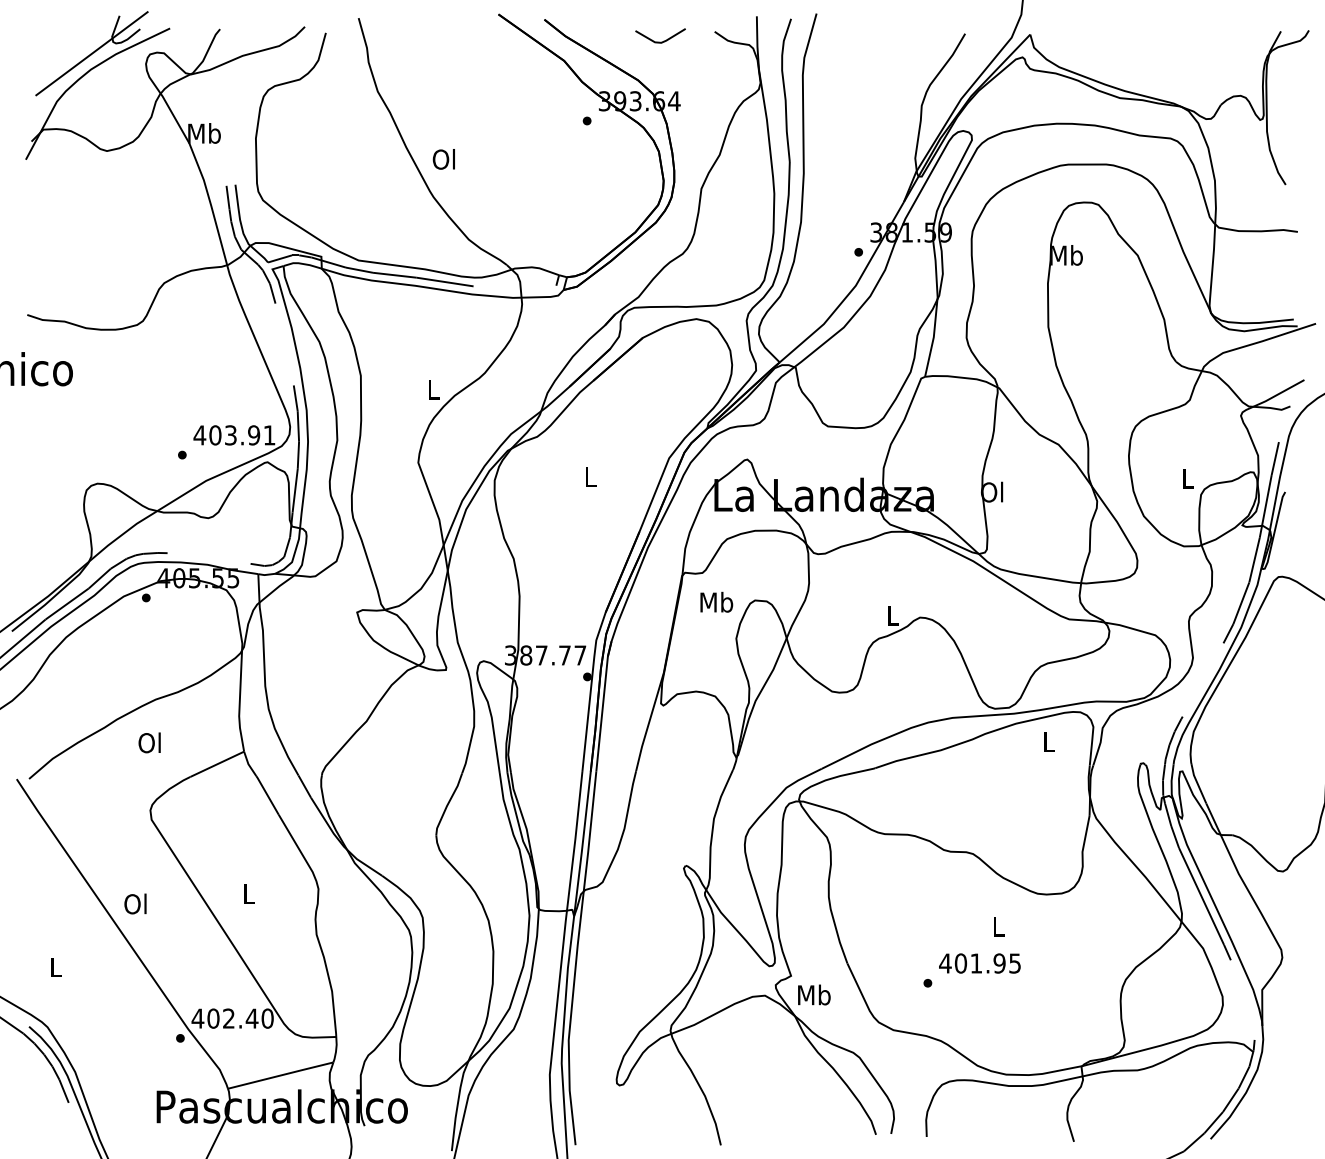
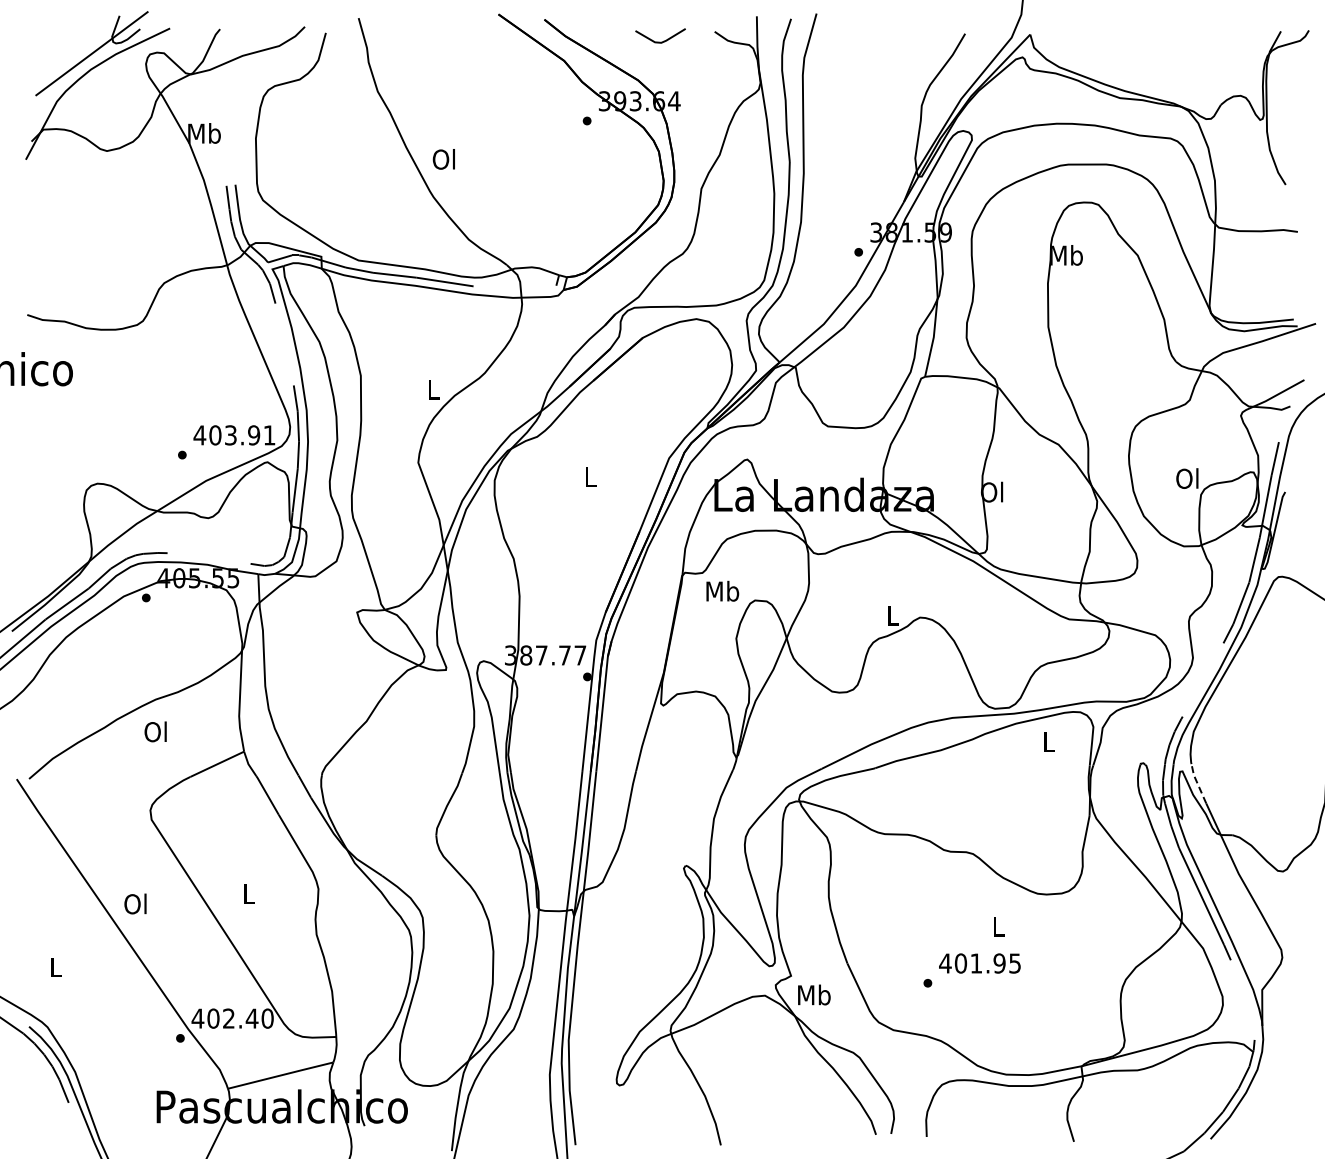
text at (1187, 478): L -> Ol
text at (716, 601) position: (716, 601) -> (722, 590)
text at (149, 742) position: (149, 742) -> (155, 731)
line at (1197, 783): solid -> dashed
